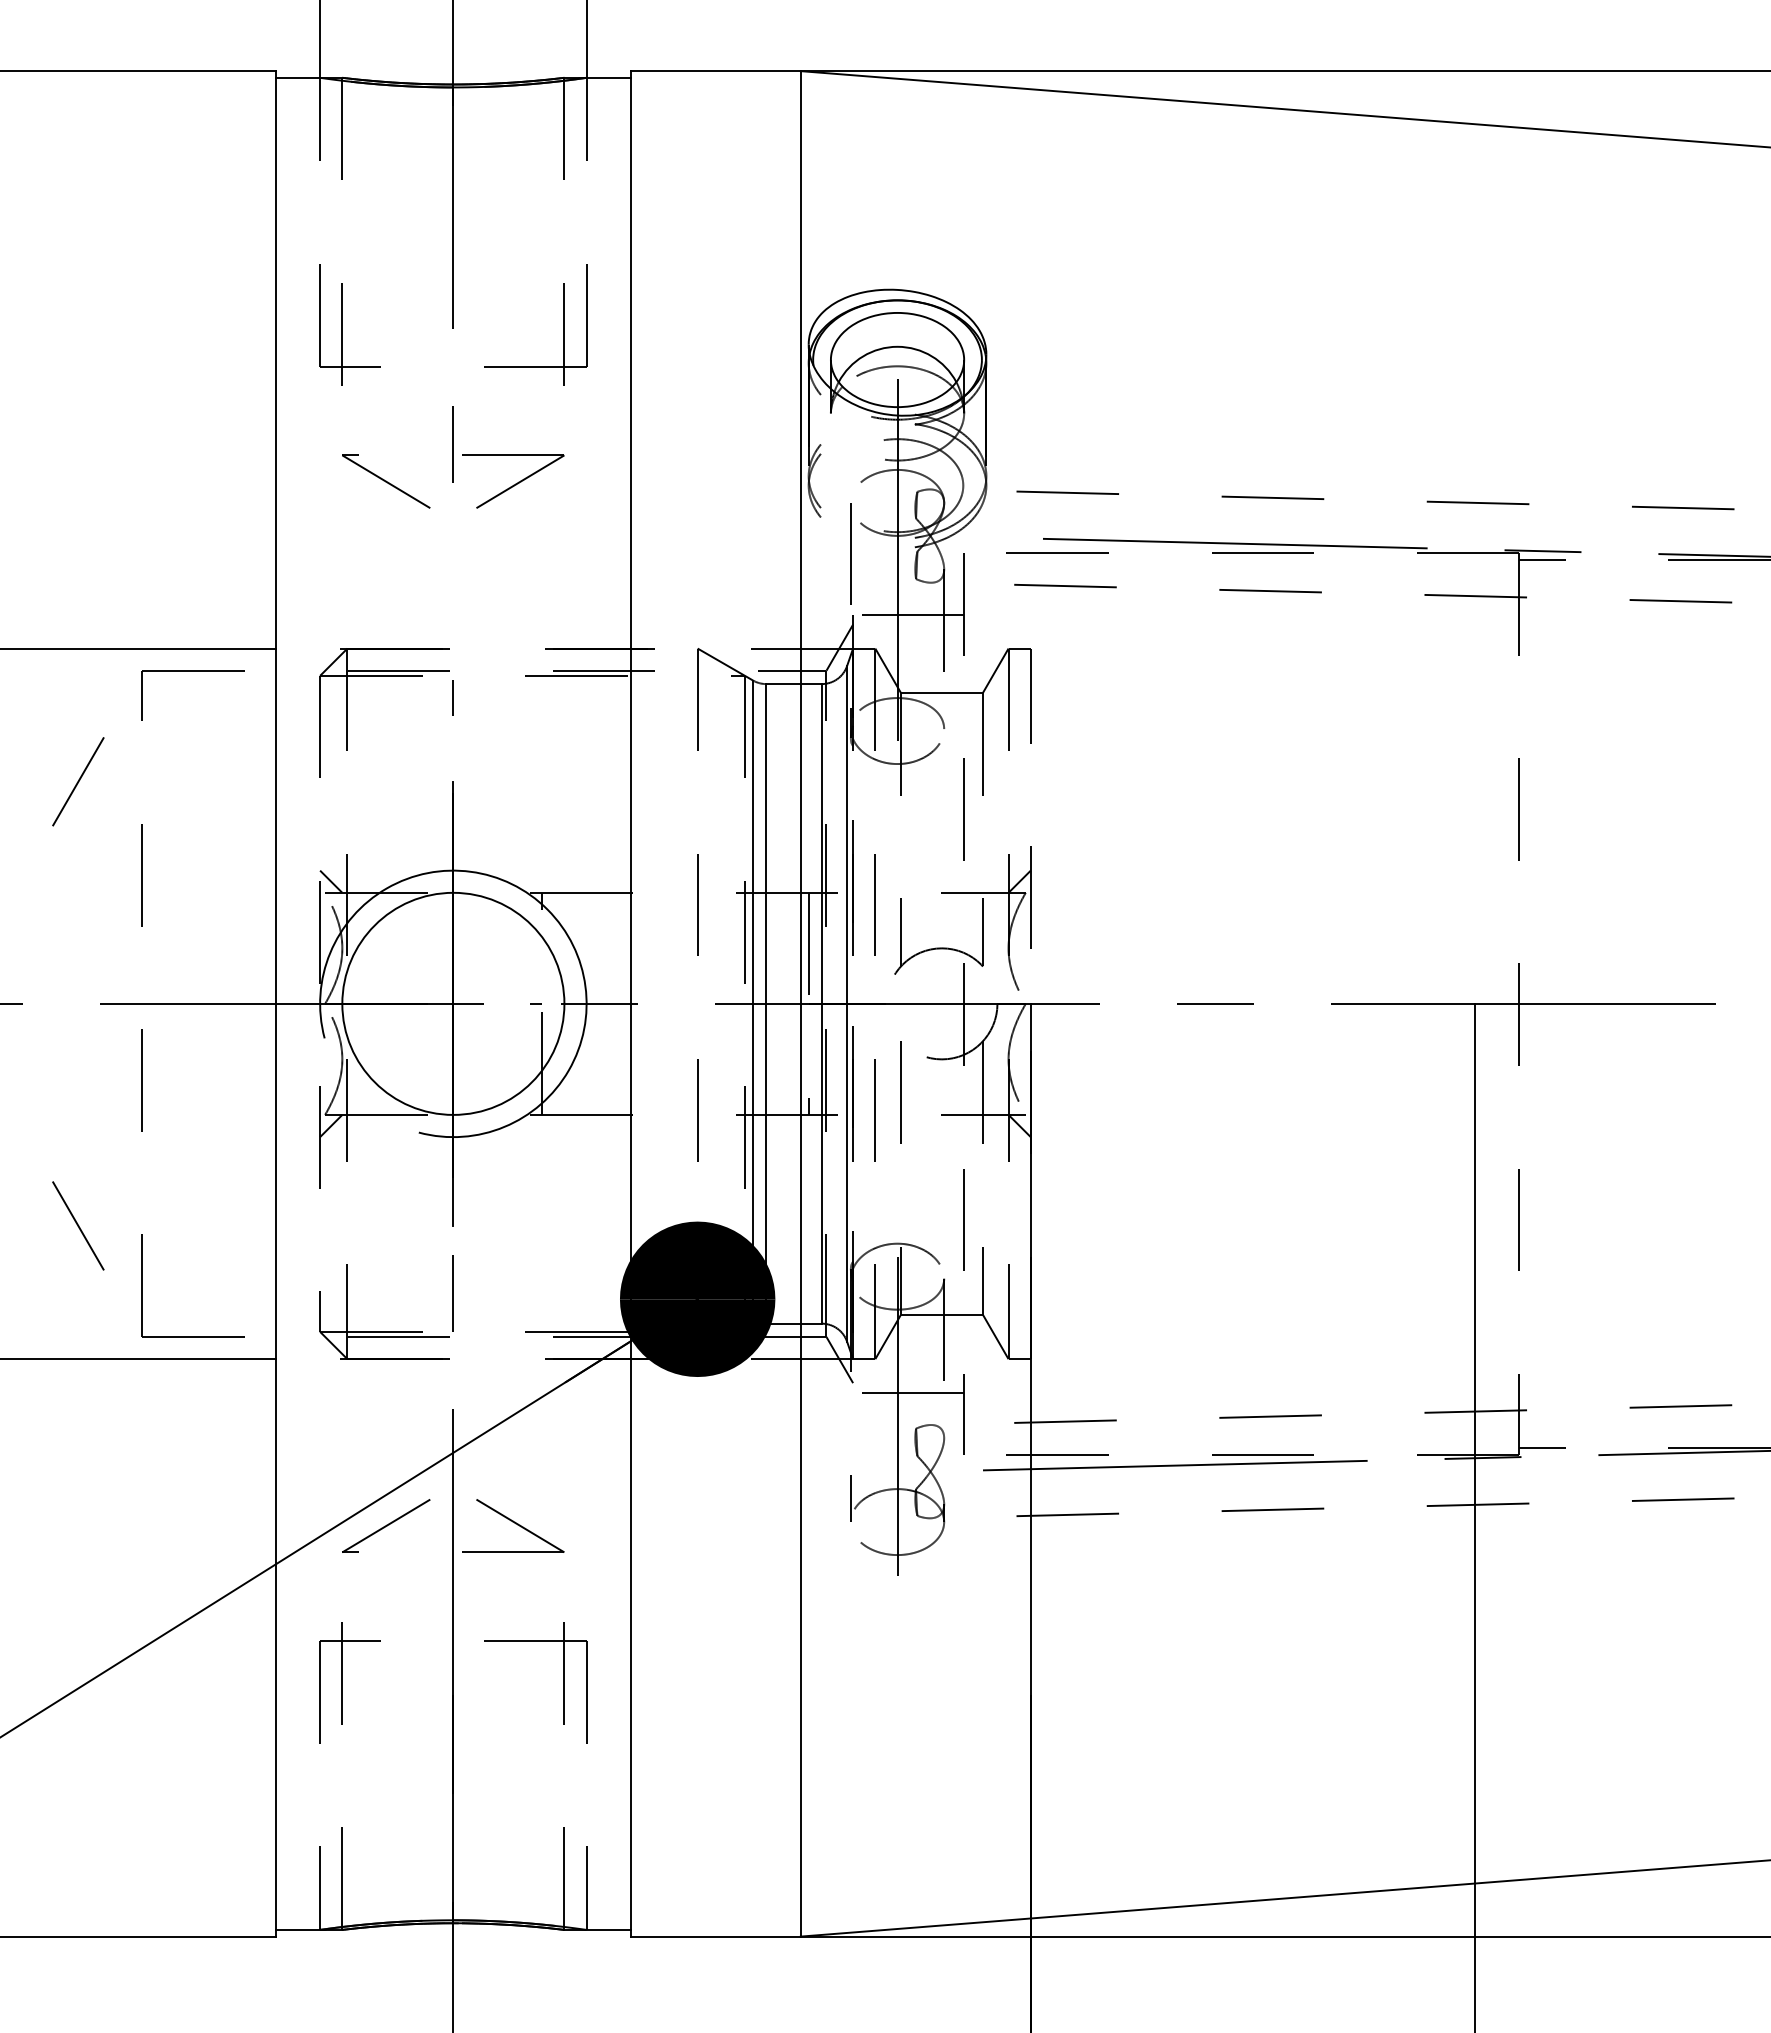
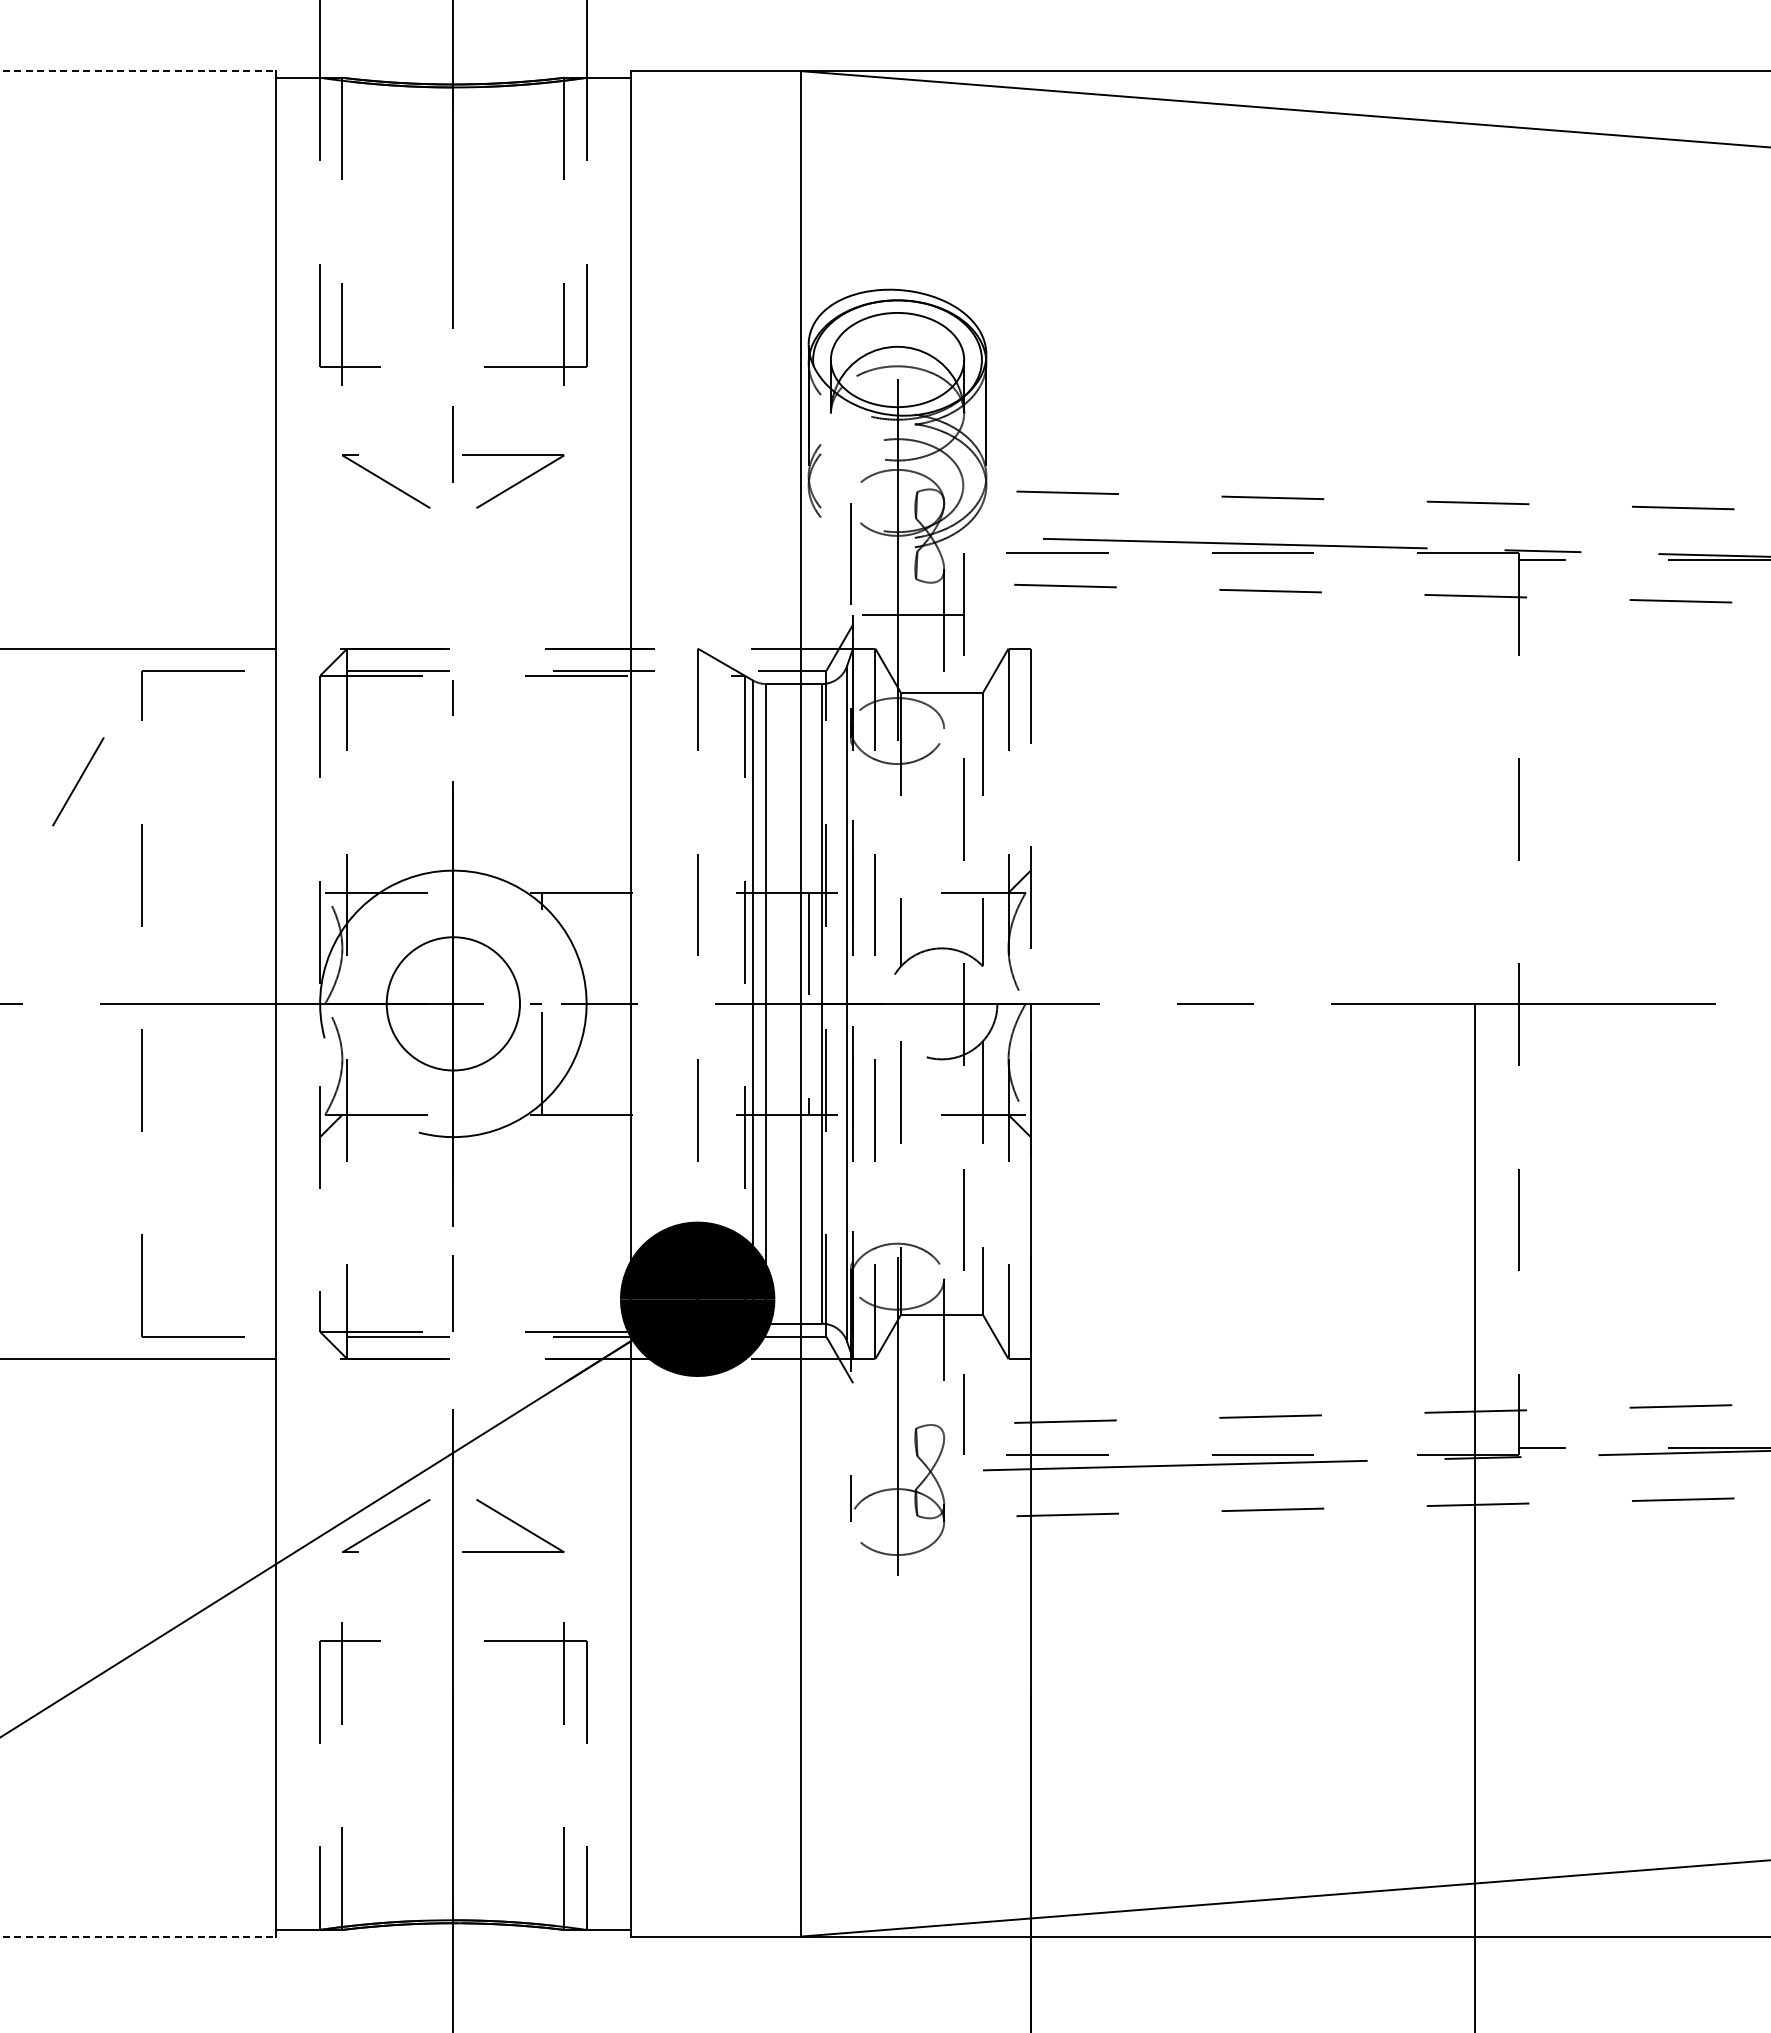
line at (138, 71): solid -> dashed
line at (331, 881): present -> none
circle at (453, 1003) diameter: 222 px -> 133 px
line at (78, 1225): present -> none
line at (908, 1392): present -> none
line at (138, 1936): solid -> dashed
